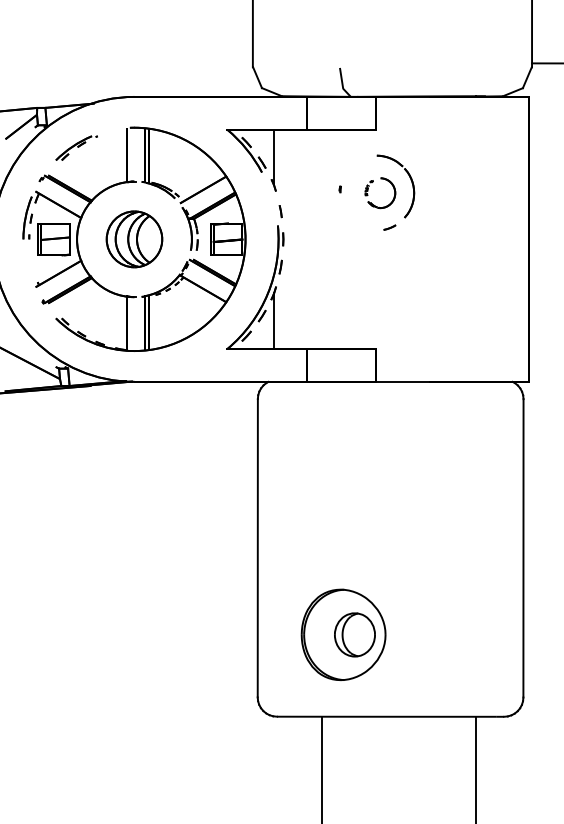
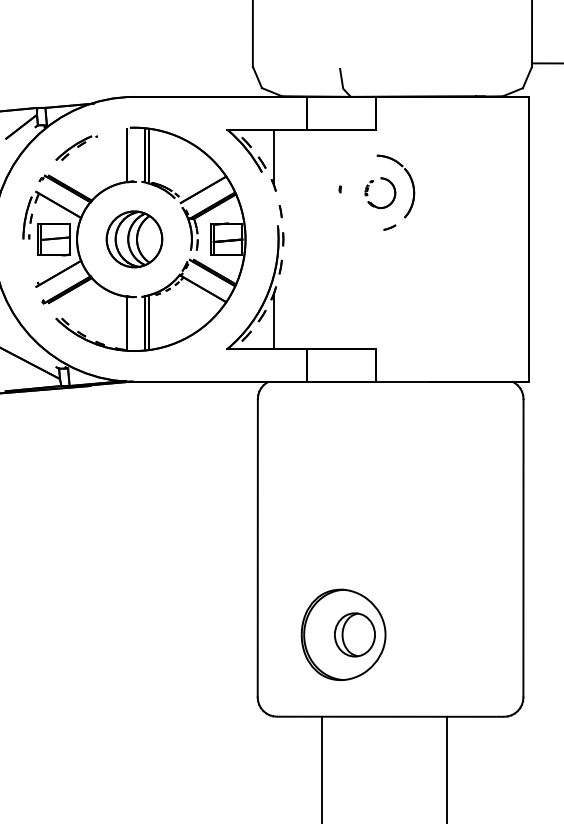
line at (476, 768) position: (476, 768) -> (447, 768)
